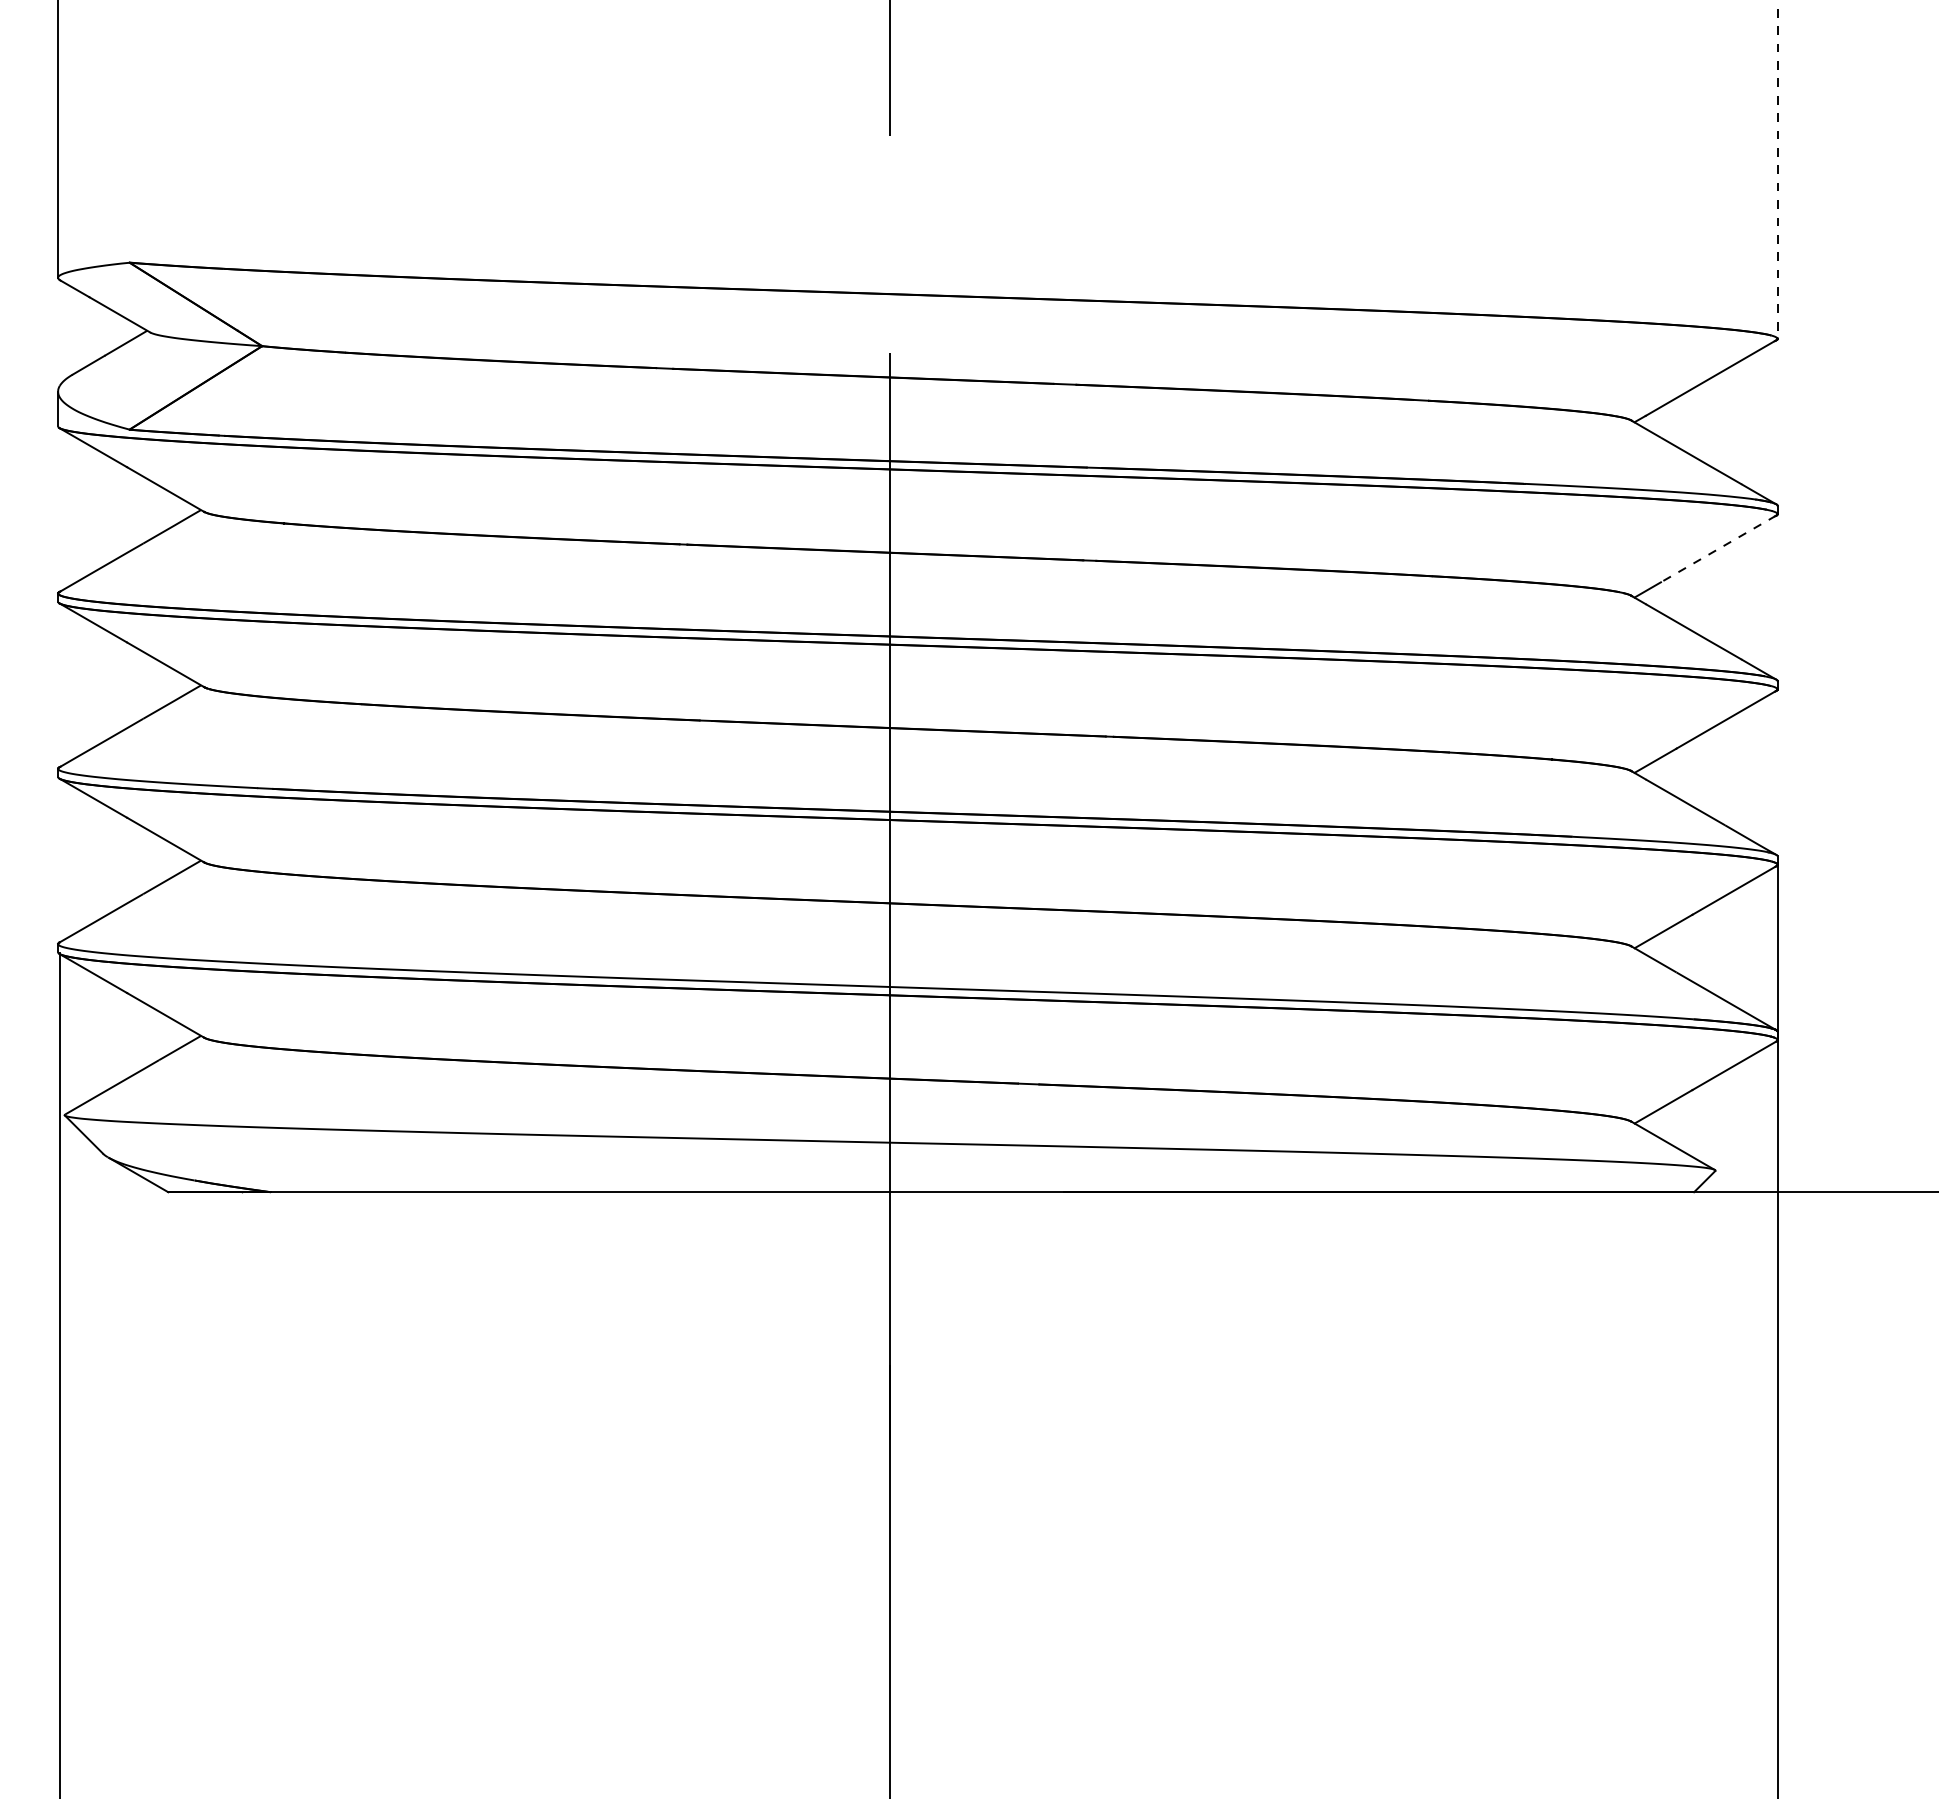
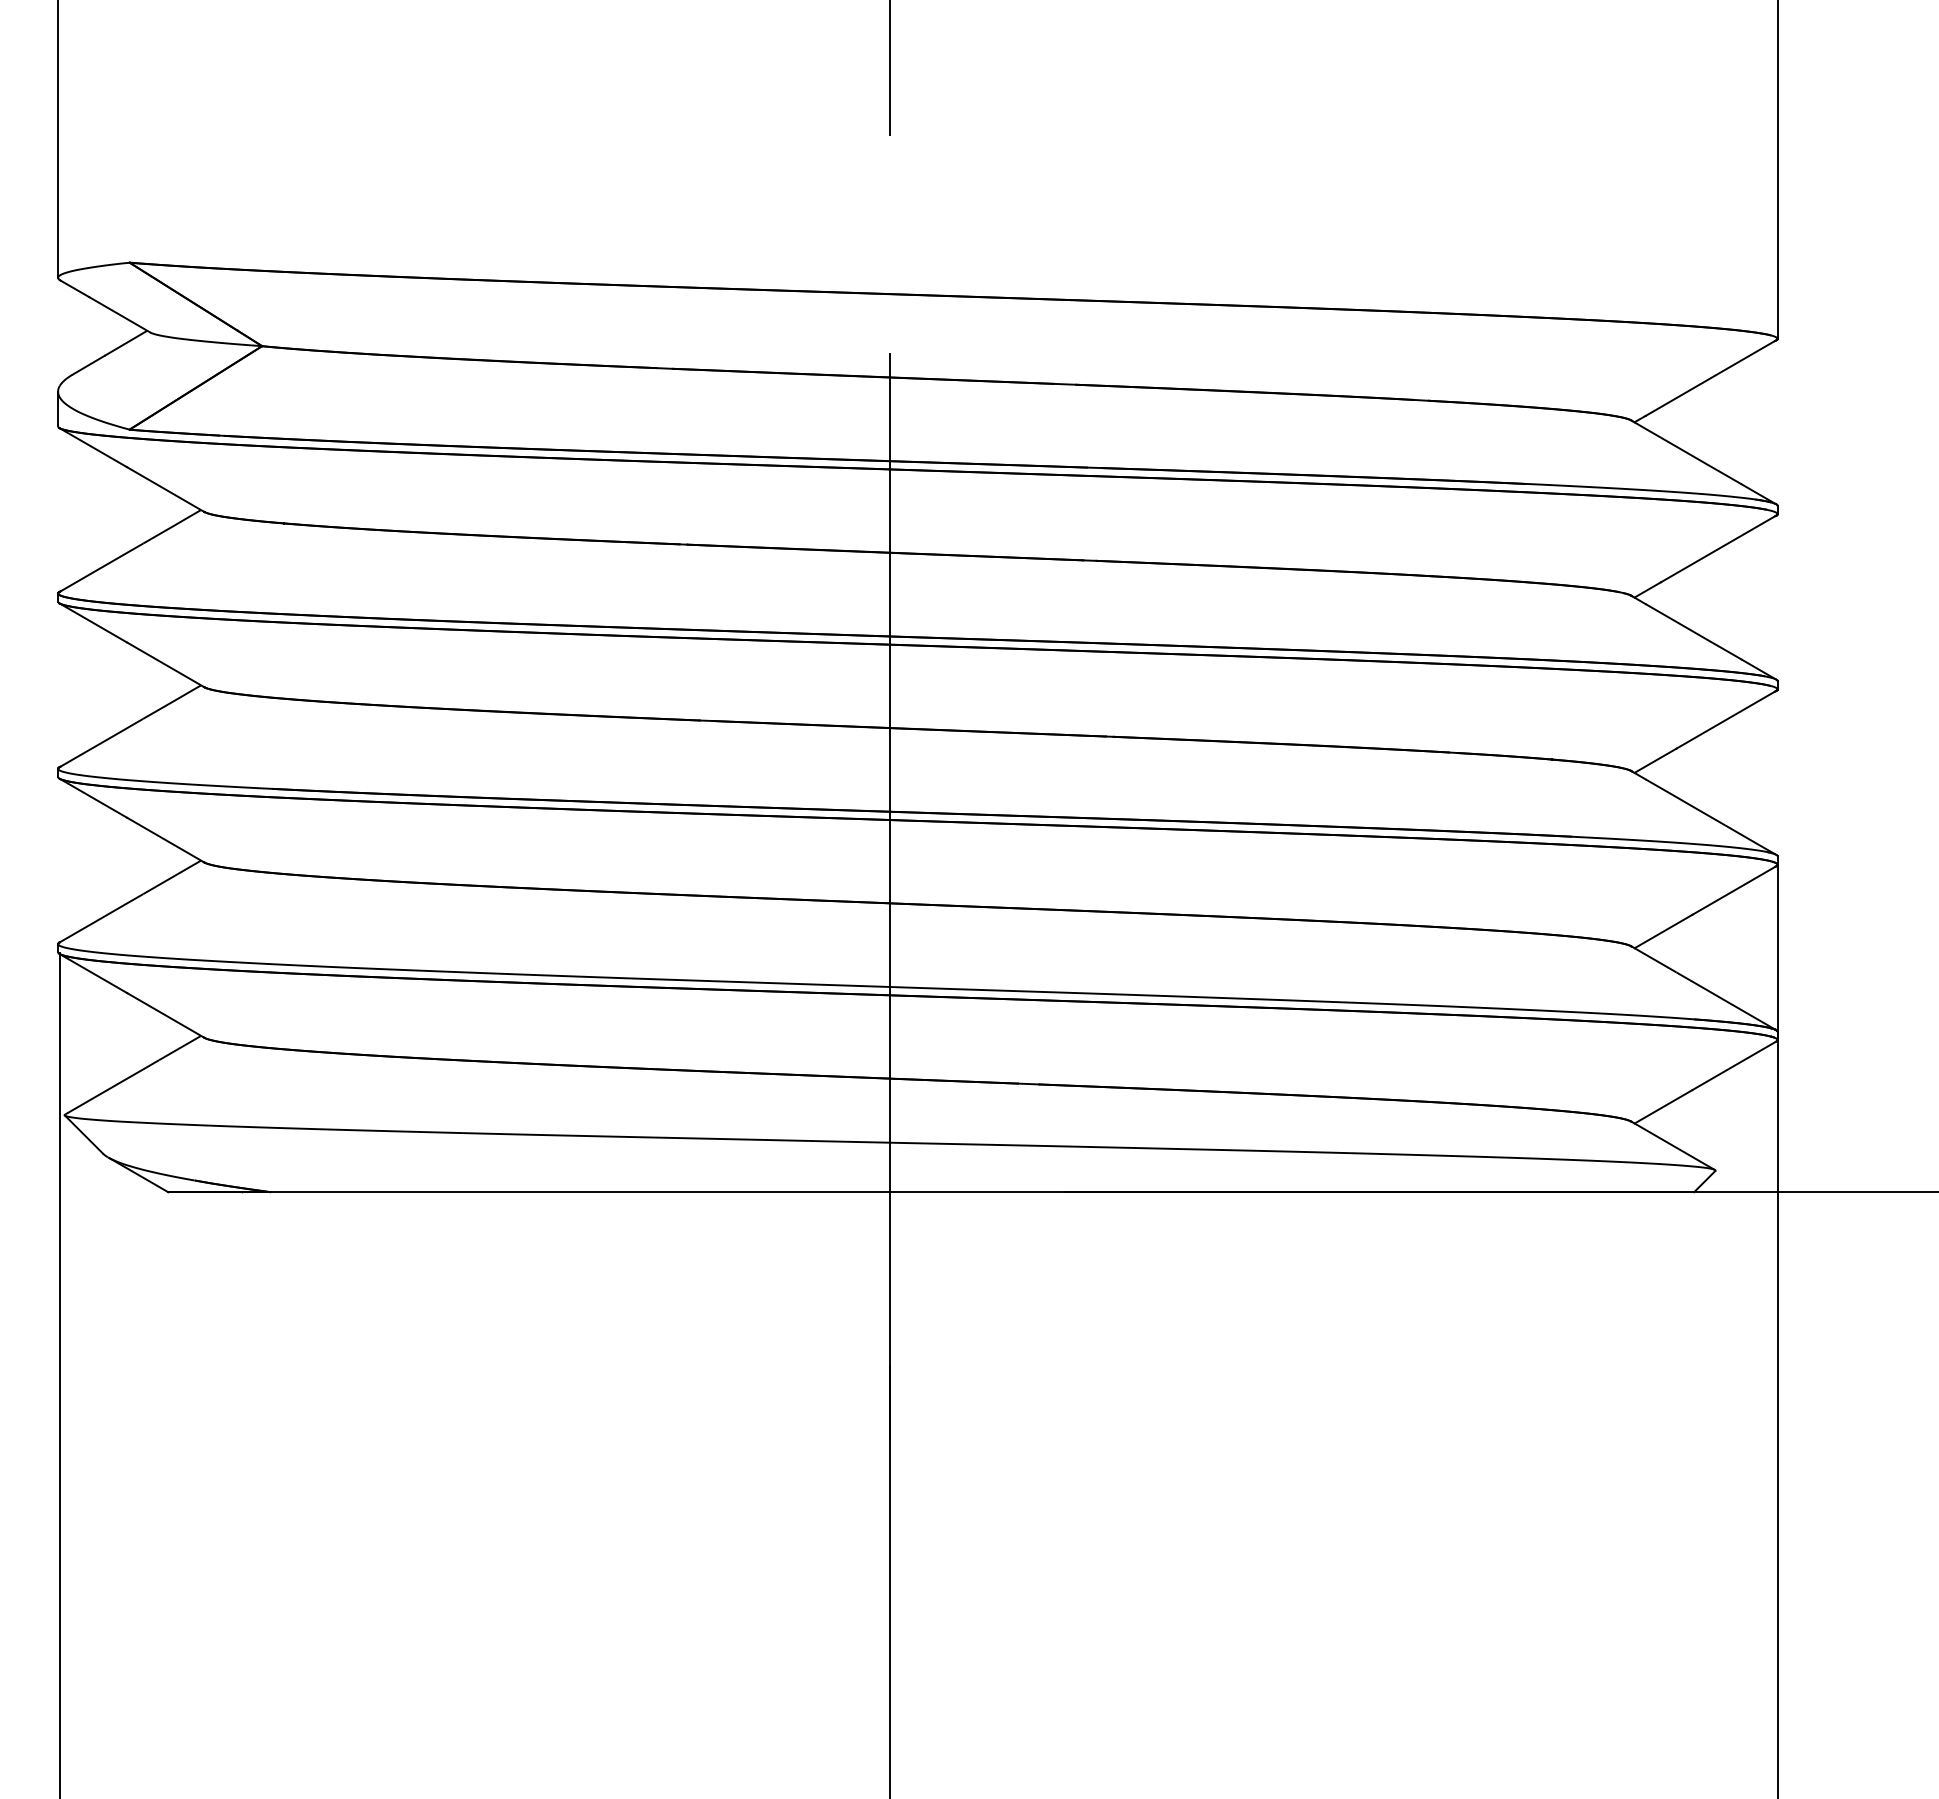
line at (1777, 170): dashed -> solid
line at (1718, 548): dashed -> solid
